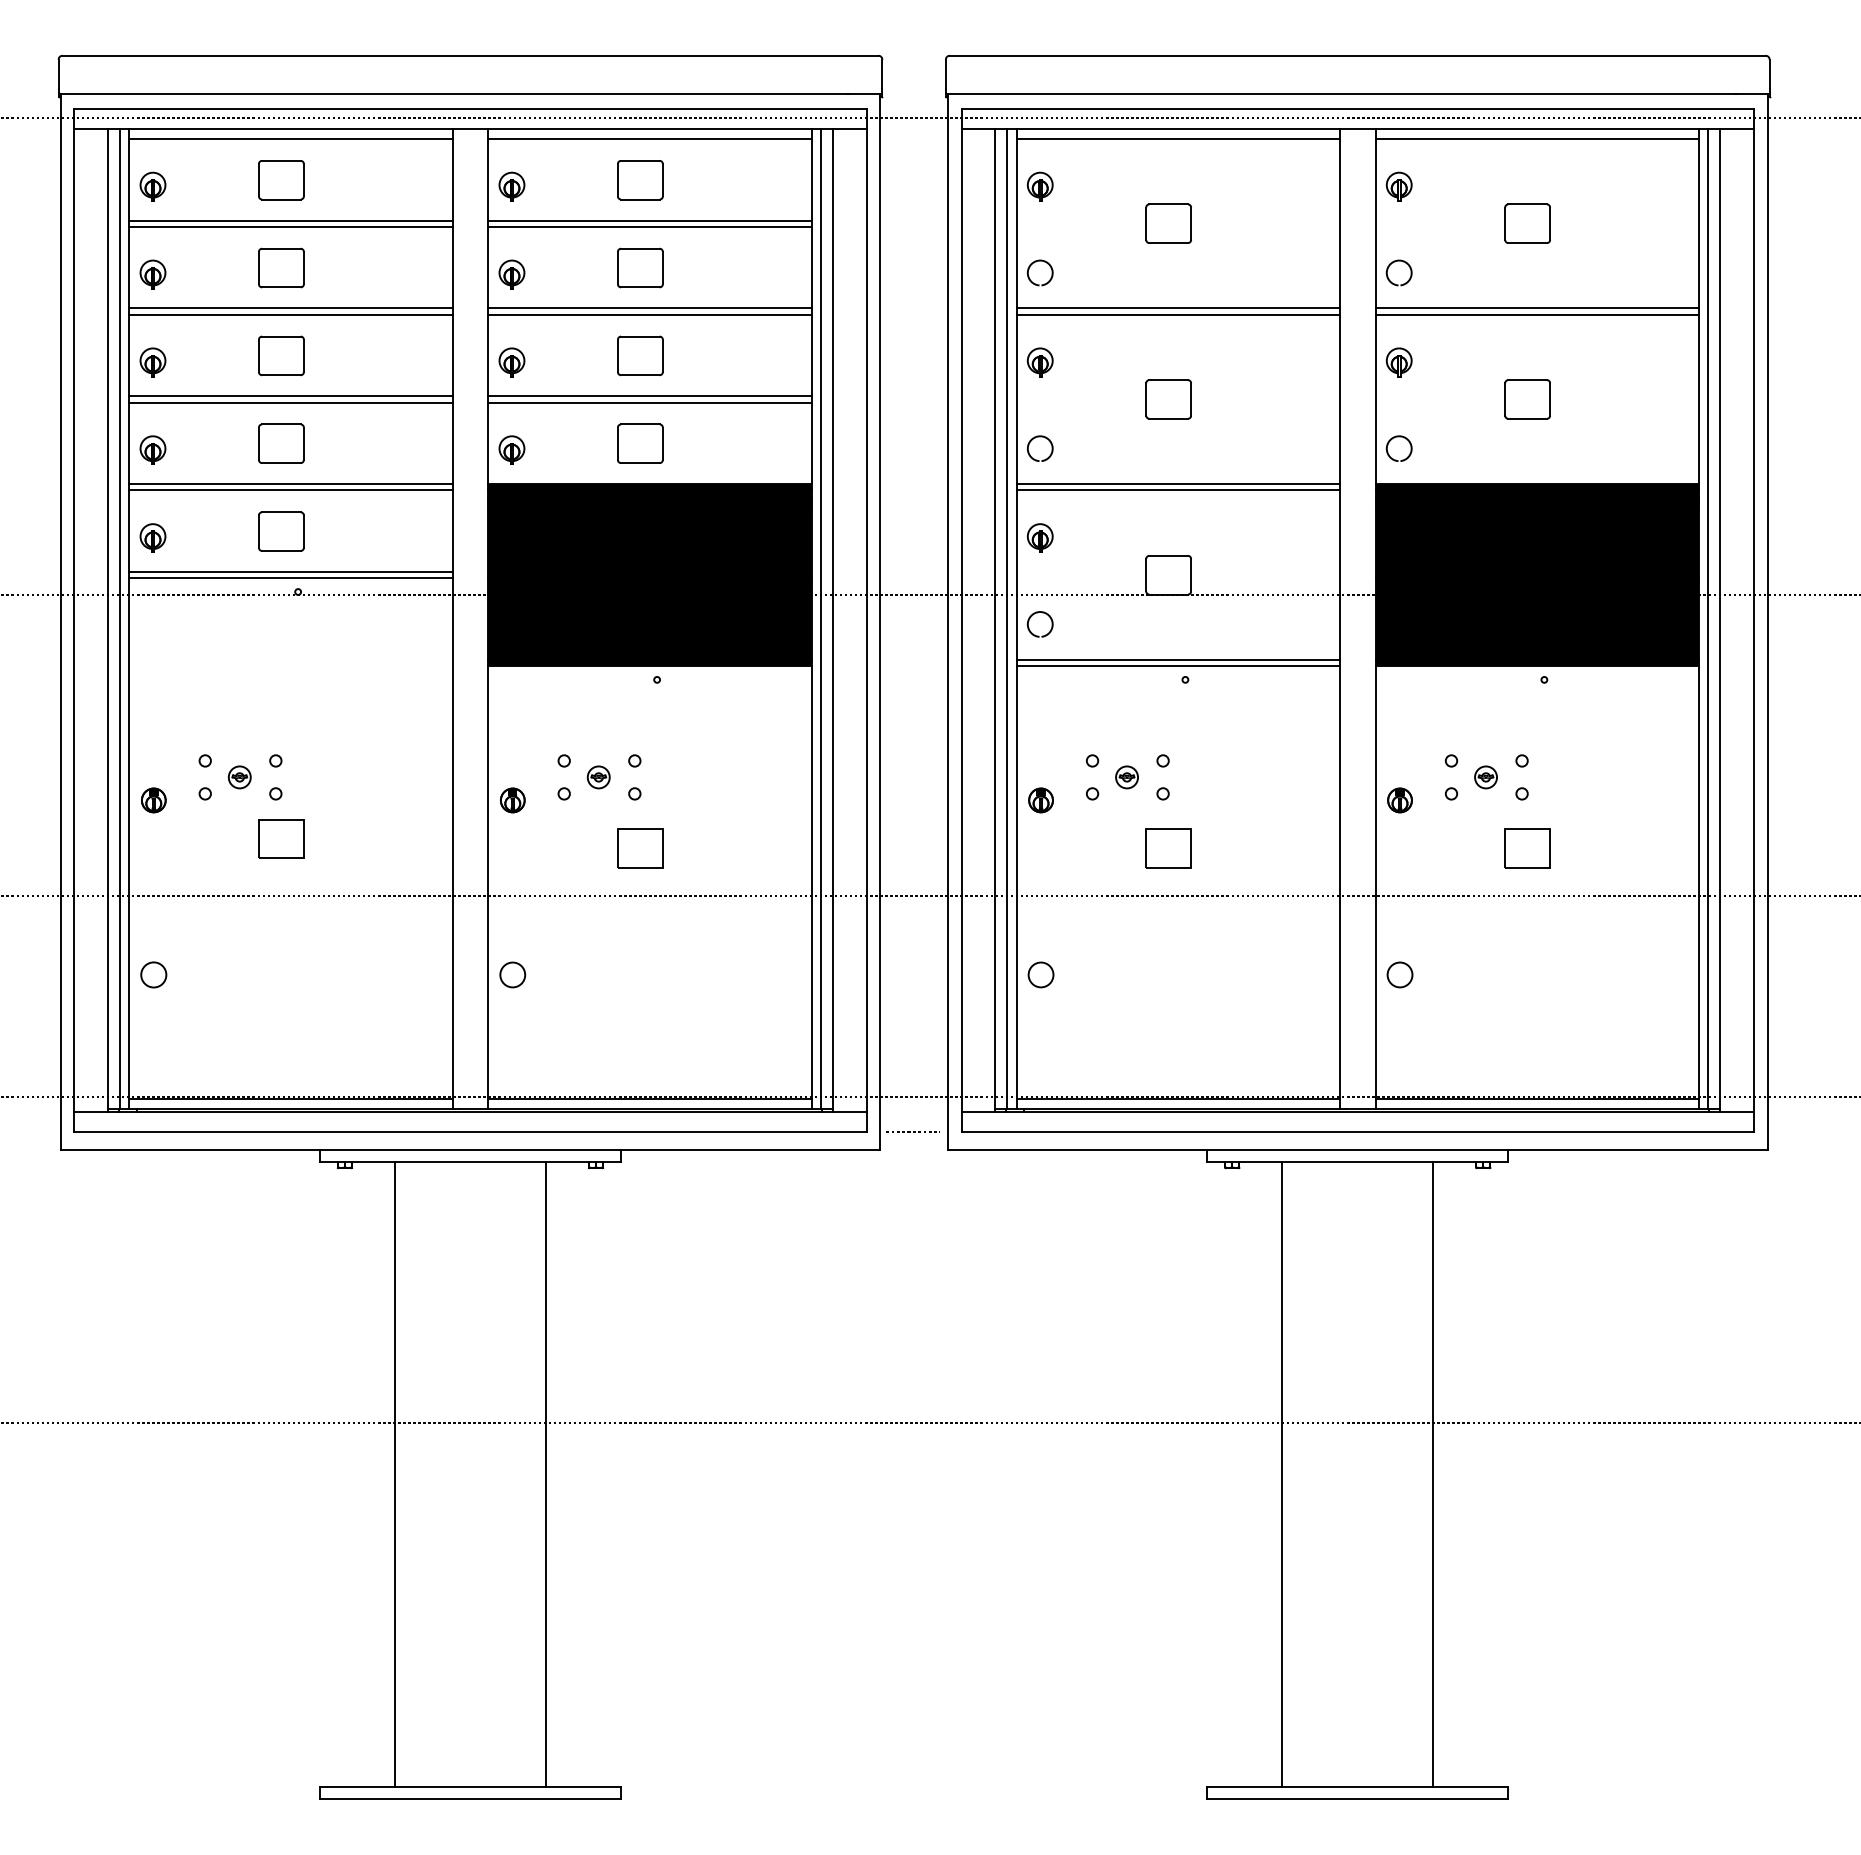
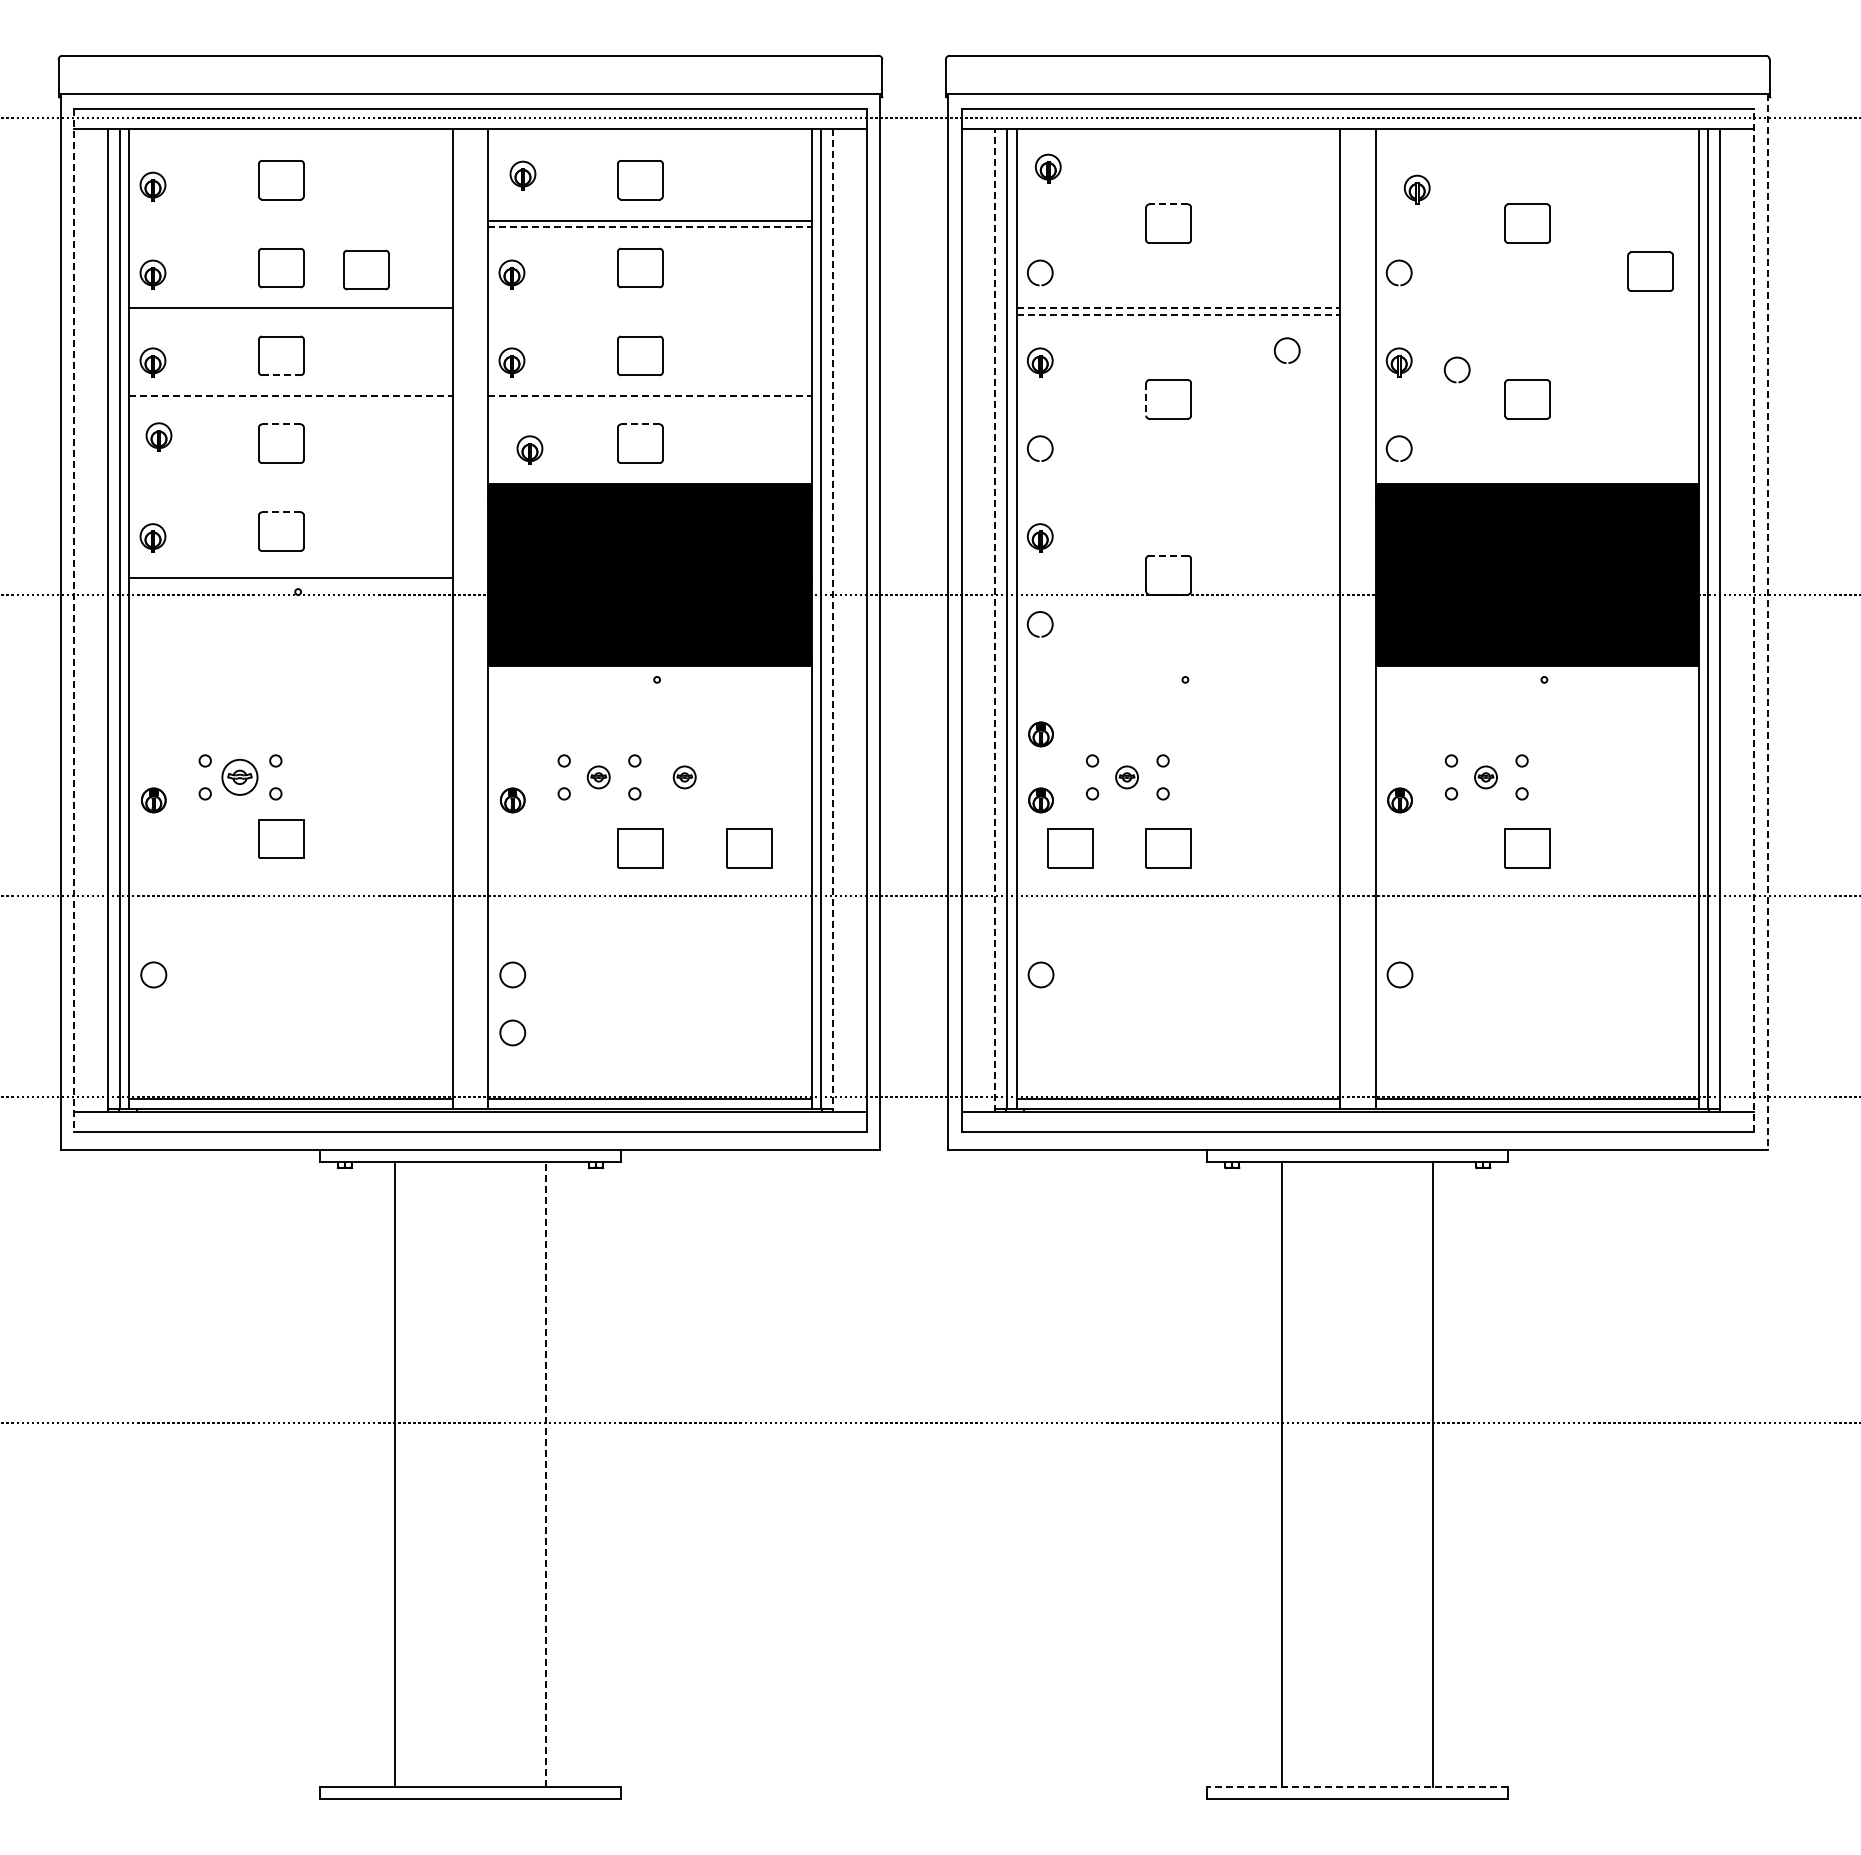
line at (290, 139): present -> none
line at (649, 139): present -> none
line at (1177, 139): present -> none
line at (1536, 139): present -> none
part at (511, 186) position: (511, 186) -> (522, 175)
part at (1039, 186) position: (1039, 186) -> (1047, 168)
part at (1398, 186) position: (1398, 186) -> (1416, 189)
line at (1168, 204): solid -> dashed
line at (290, 220): present -> none
line at (290, 226): present -> none
line at (649, 226): solid -> dashed
part at (366, 269): none -> present
part at (1650, 271): none -> present
line at (649, 308): present -> none
line at (1178, 308): solid -> dashed
line at (1536, 308): present -> none
line at (290, 314): present -> none
line at (649, 314): present -> none
line at (1178, 314): solid -> dashed
line at (1536, 314): present -> none
arc at (1276, 347): none -> present
arc at (1451, 360): none -> present
line at (281, 375): solid -> dashed
line at (291, 396): solid -> dashed
line at (649, 396): solid -> dashed
line at (1146, 399): solid -> dashed
line at (290, 402): present -> none
line at (649, 402): present -> none
line at (280, 424): solid -> dashed
line at (639, 424): solid -> dashed
part at (152, 449) position: (152, 449) -> (158, 436)
part at (511, 449) position: (511, 449) -> (529, 449)
line at (290, 484): present -> none
line at (1177, 484): present -> none
line at (290, 490): present -> none
line at (1177, 490): present -> none
line at (280, 512): solid -> dashed
line at (1168, 555): solid -> dashed
line at (290, 572): present -> none
line at (995, 619): solid -> dashed
line at (1753, 619): solid -> dashed
line at (74, 620): solid -> dashed
line at (833, 620): solid -> dashed
line at (1767, 622): solid -> dashed
line at (1177, 659): present -> none
line at (1177, 666): present -> none
part at (1040, 734): none -> present
part at (239, 777) size: 25x25 px -> 38x38 px
part at (684, 777): none -> present
part at (749, 848): none -> present
part at (1070, 848): none -> present
circle at (512, 1032): none -> present
line at (913, 1131): present -> none
line at (545, 1473): solid -> dashed
line at (1357, 1786): solid -> dashed
